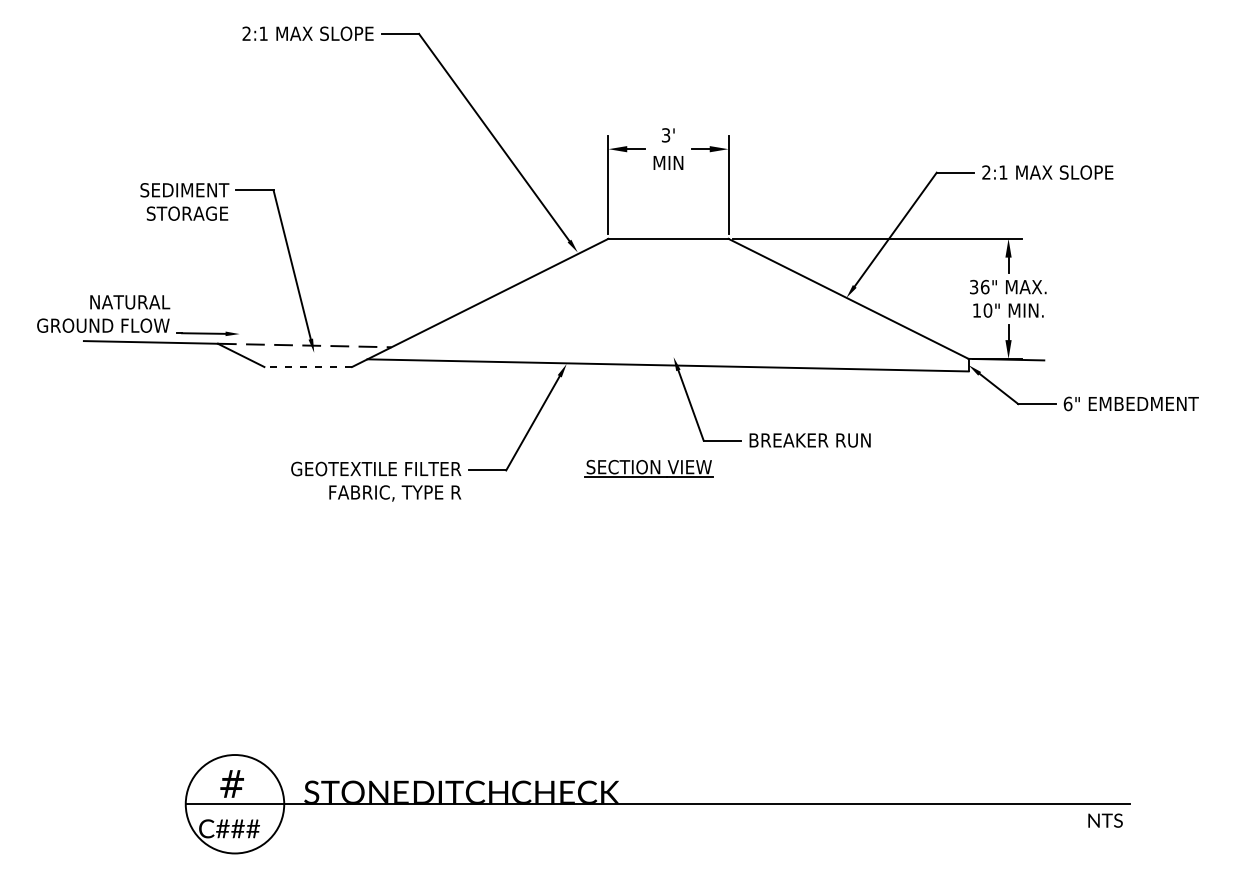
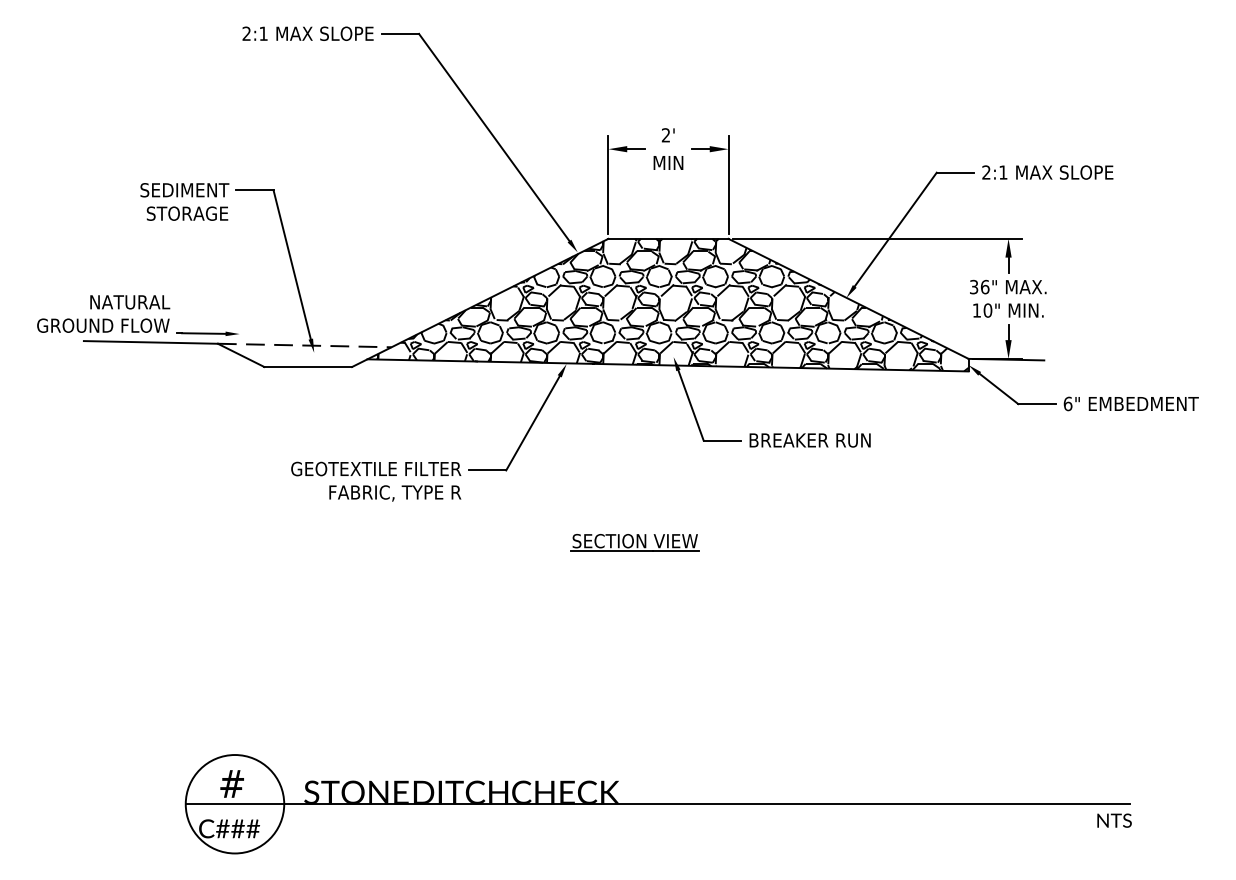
text at (666, 135): 3' -> 2'
hatch at (672, 304): none -> present
line at (308, 367): dashed -> solid
part at (648, 468) position: (648, 468) -> (634, 542)
text at (1105, 820) position: (1105, 820) -> (1114, 820)
